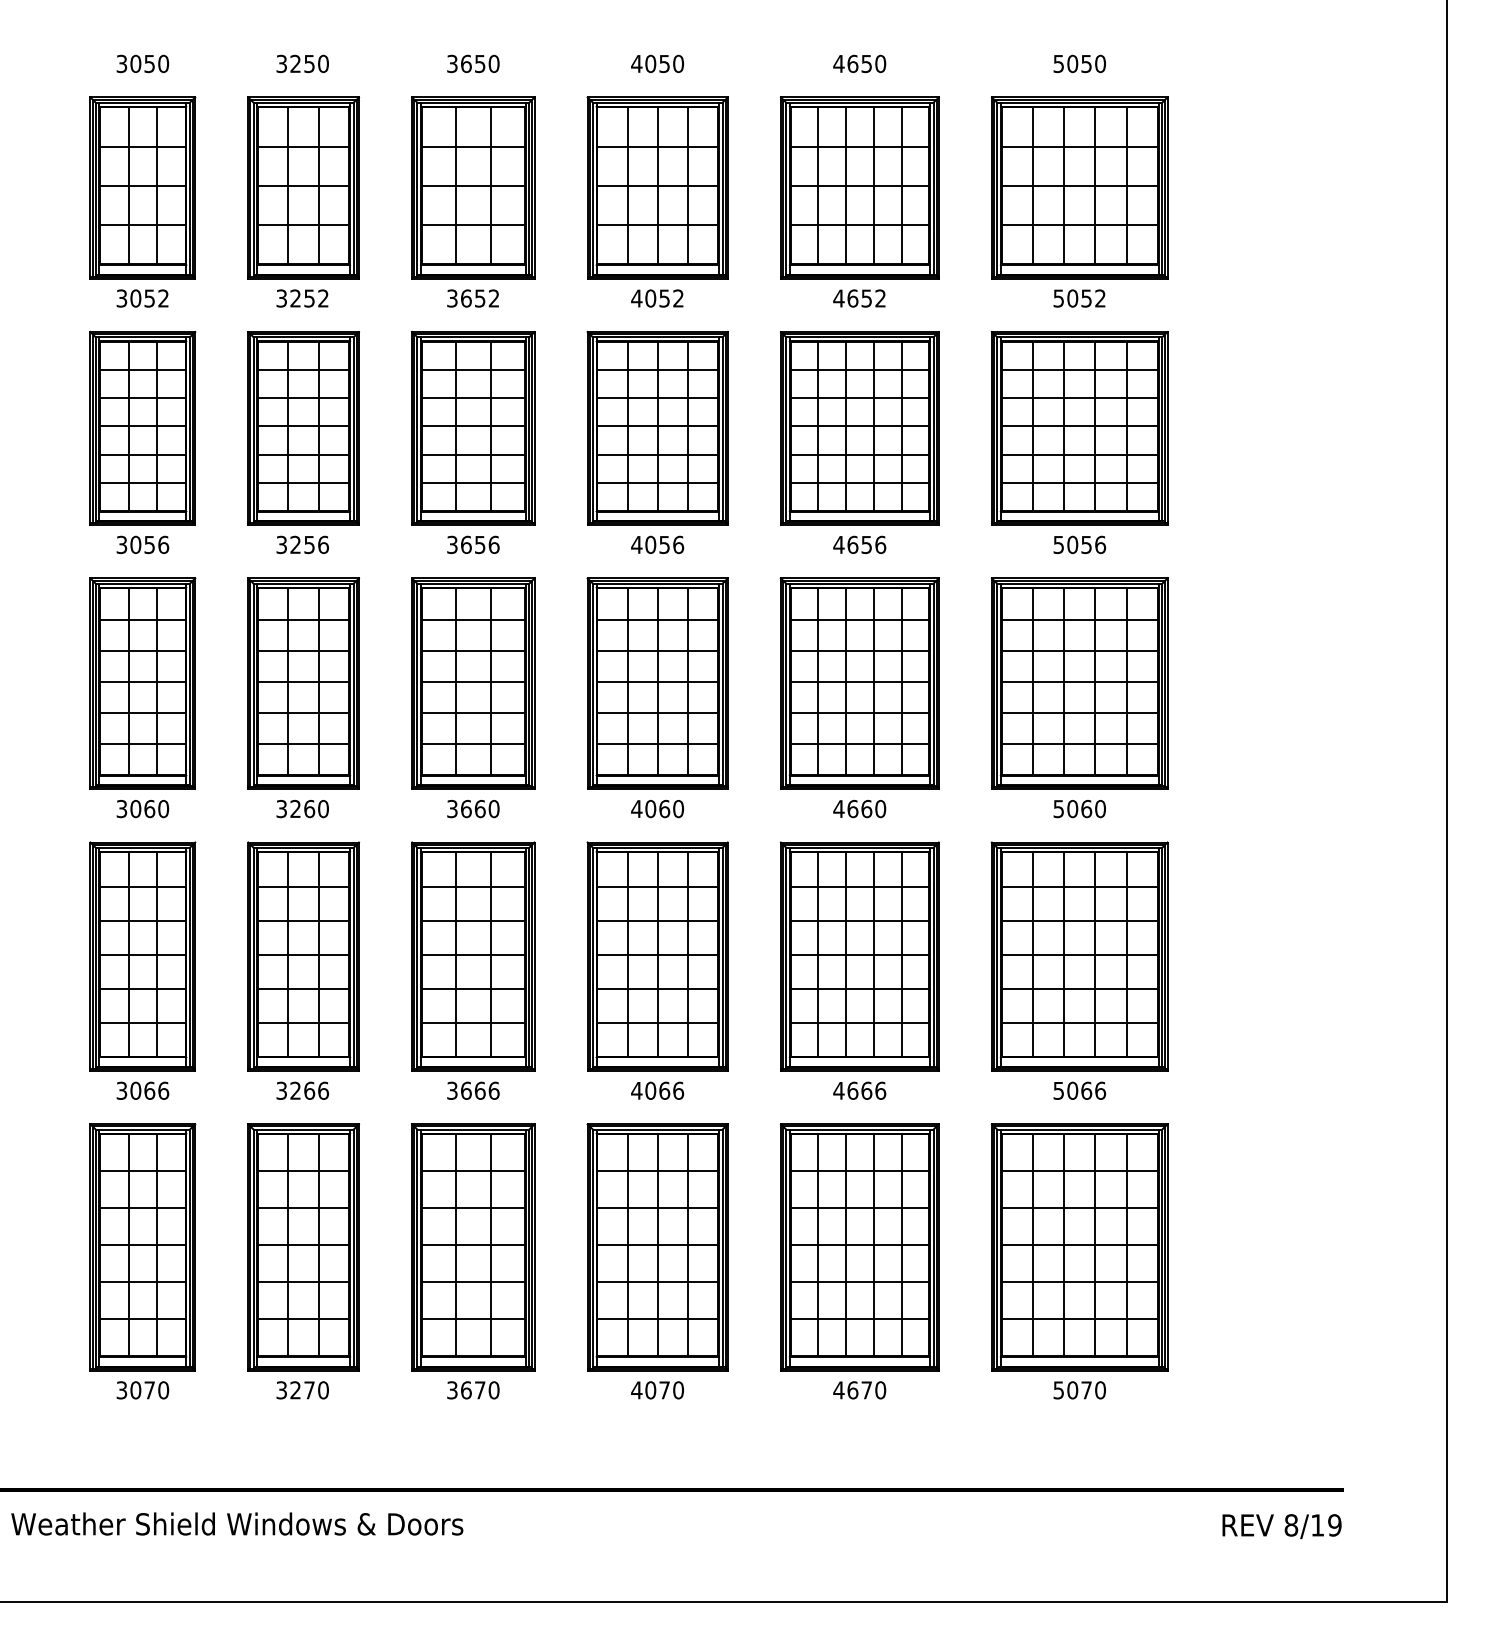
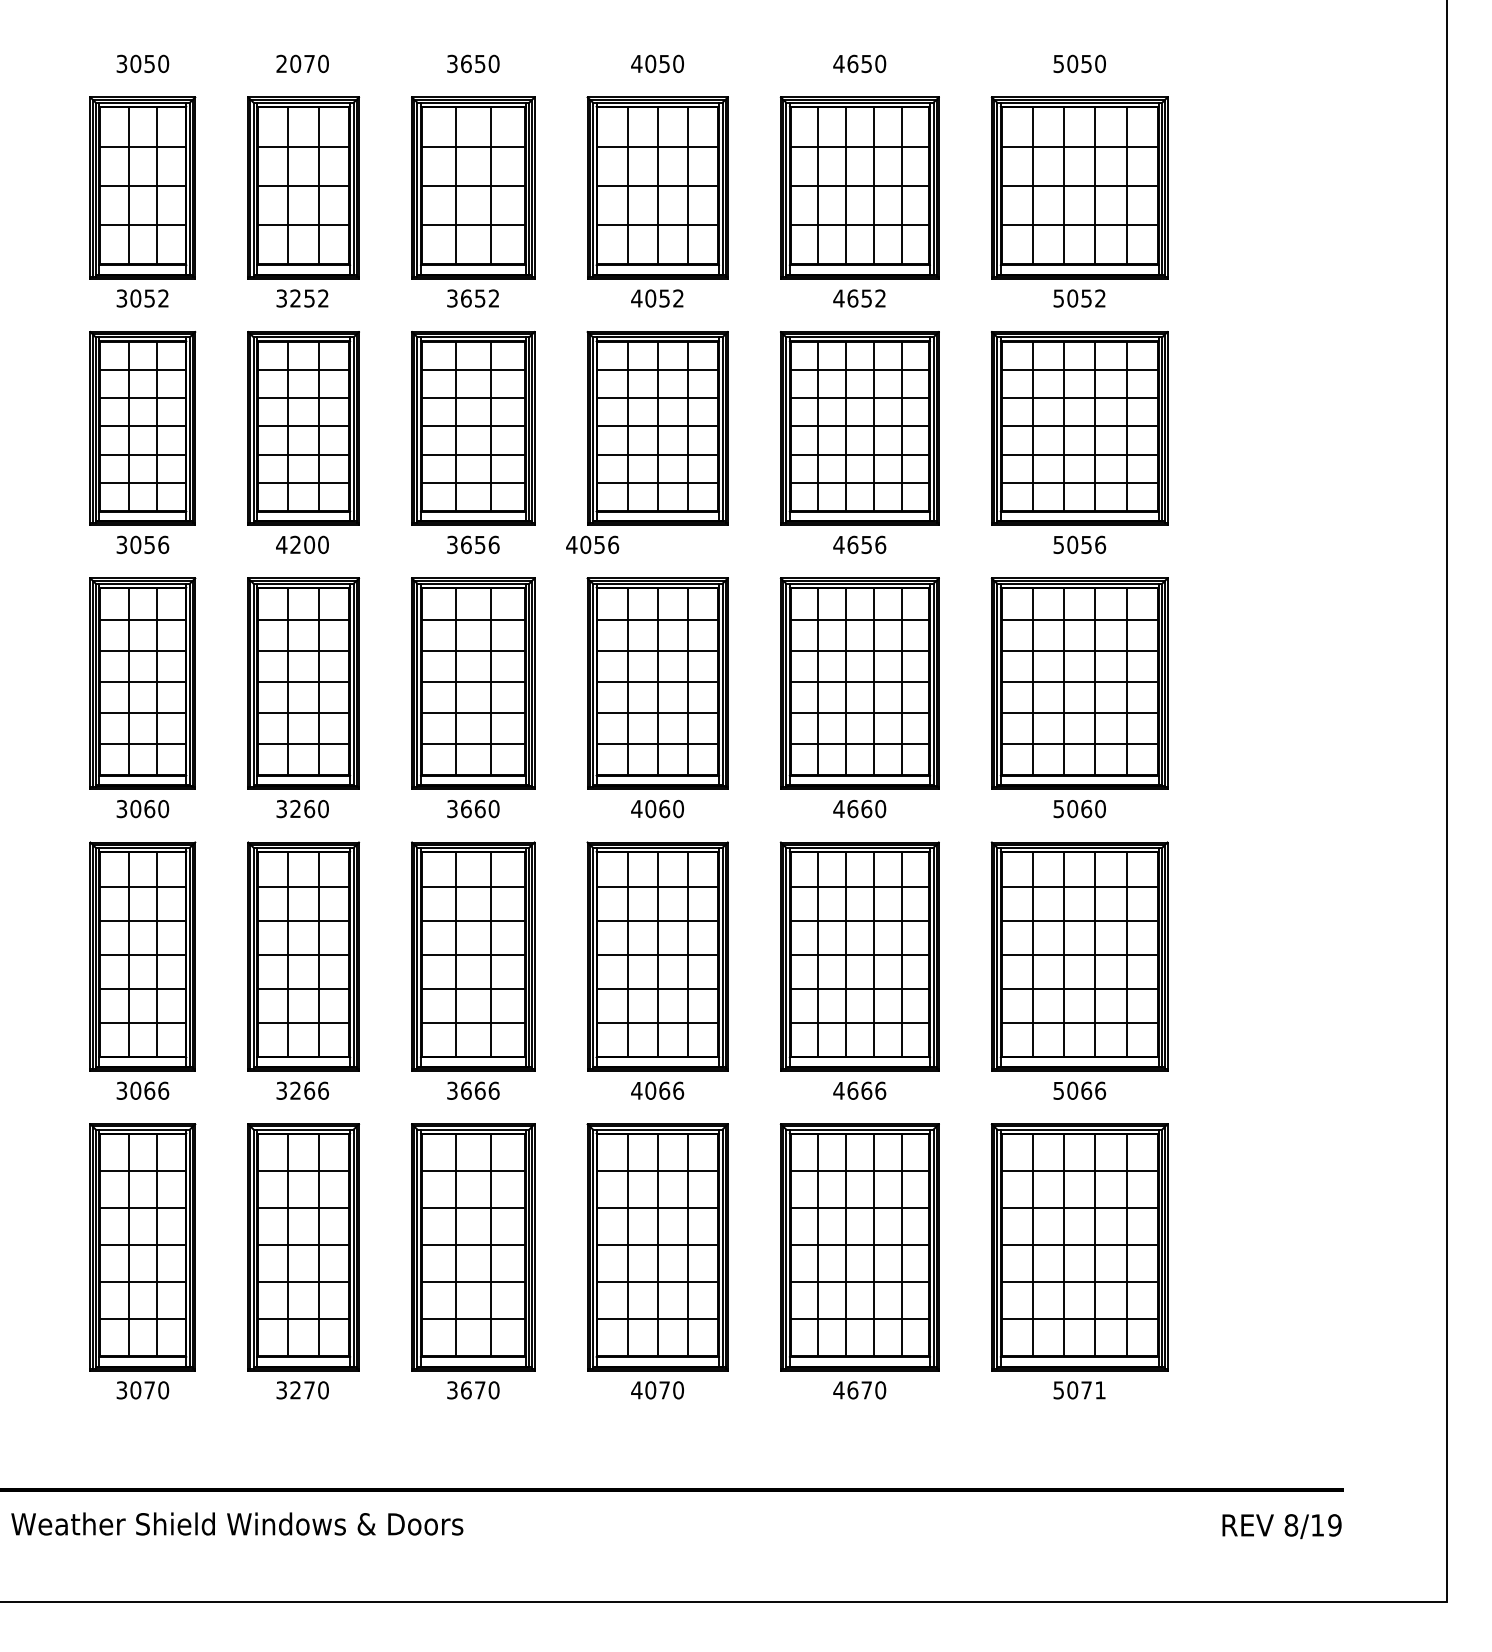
text at (295, 63): 3250 -> 2070
text at (302, 544): 3256 -> 4200
text at (657, 544) position: (657, 544) -> (592, 544)
text at (1100, 1390): 5070 -> 5071
